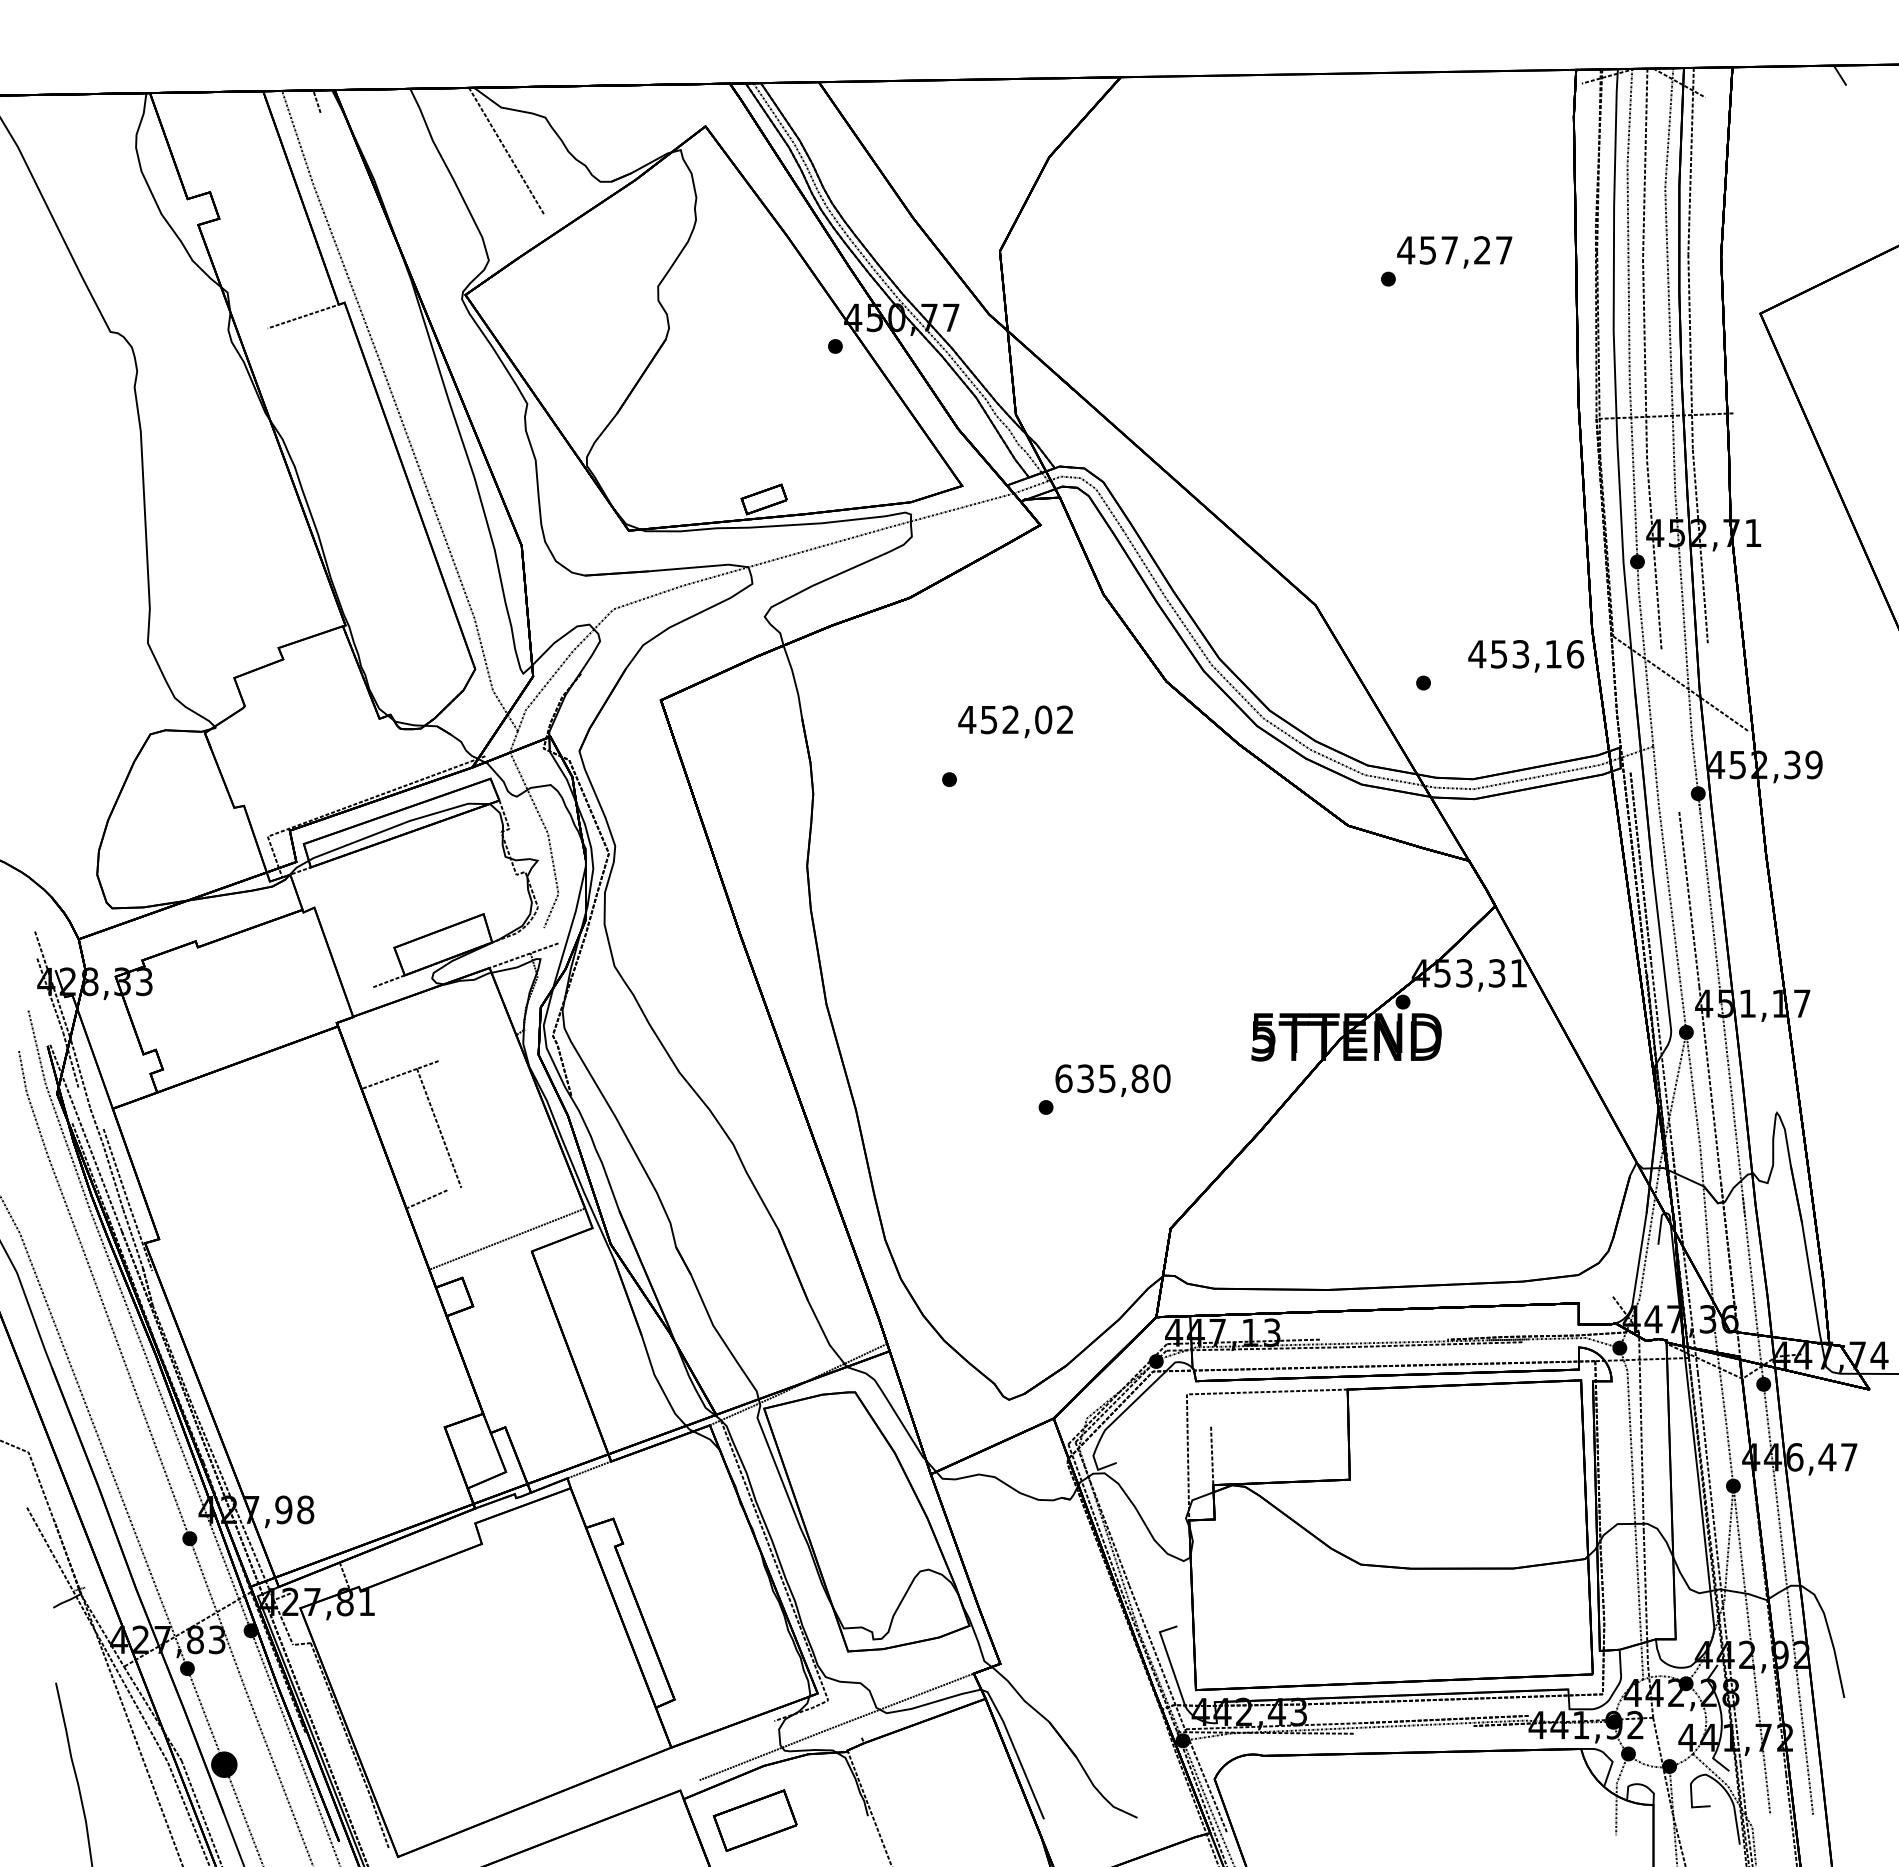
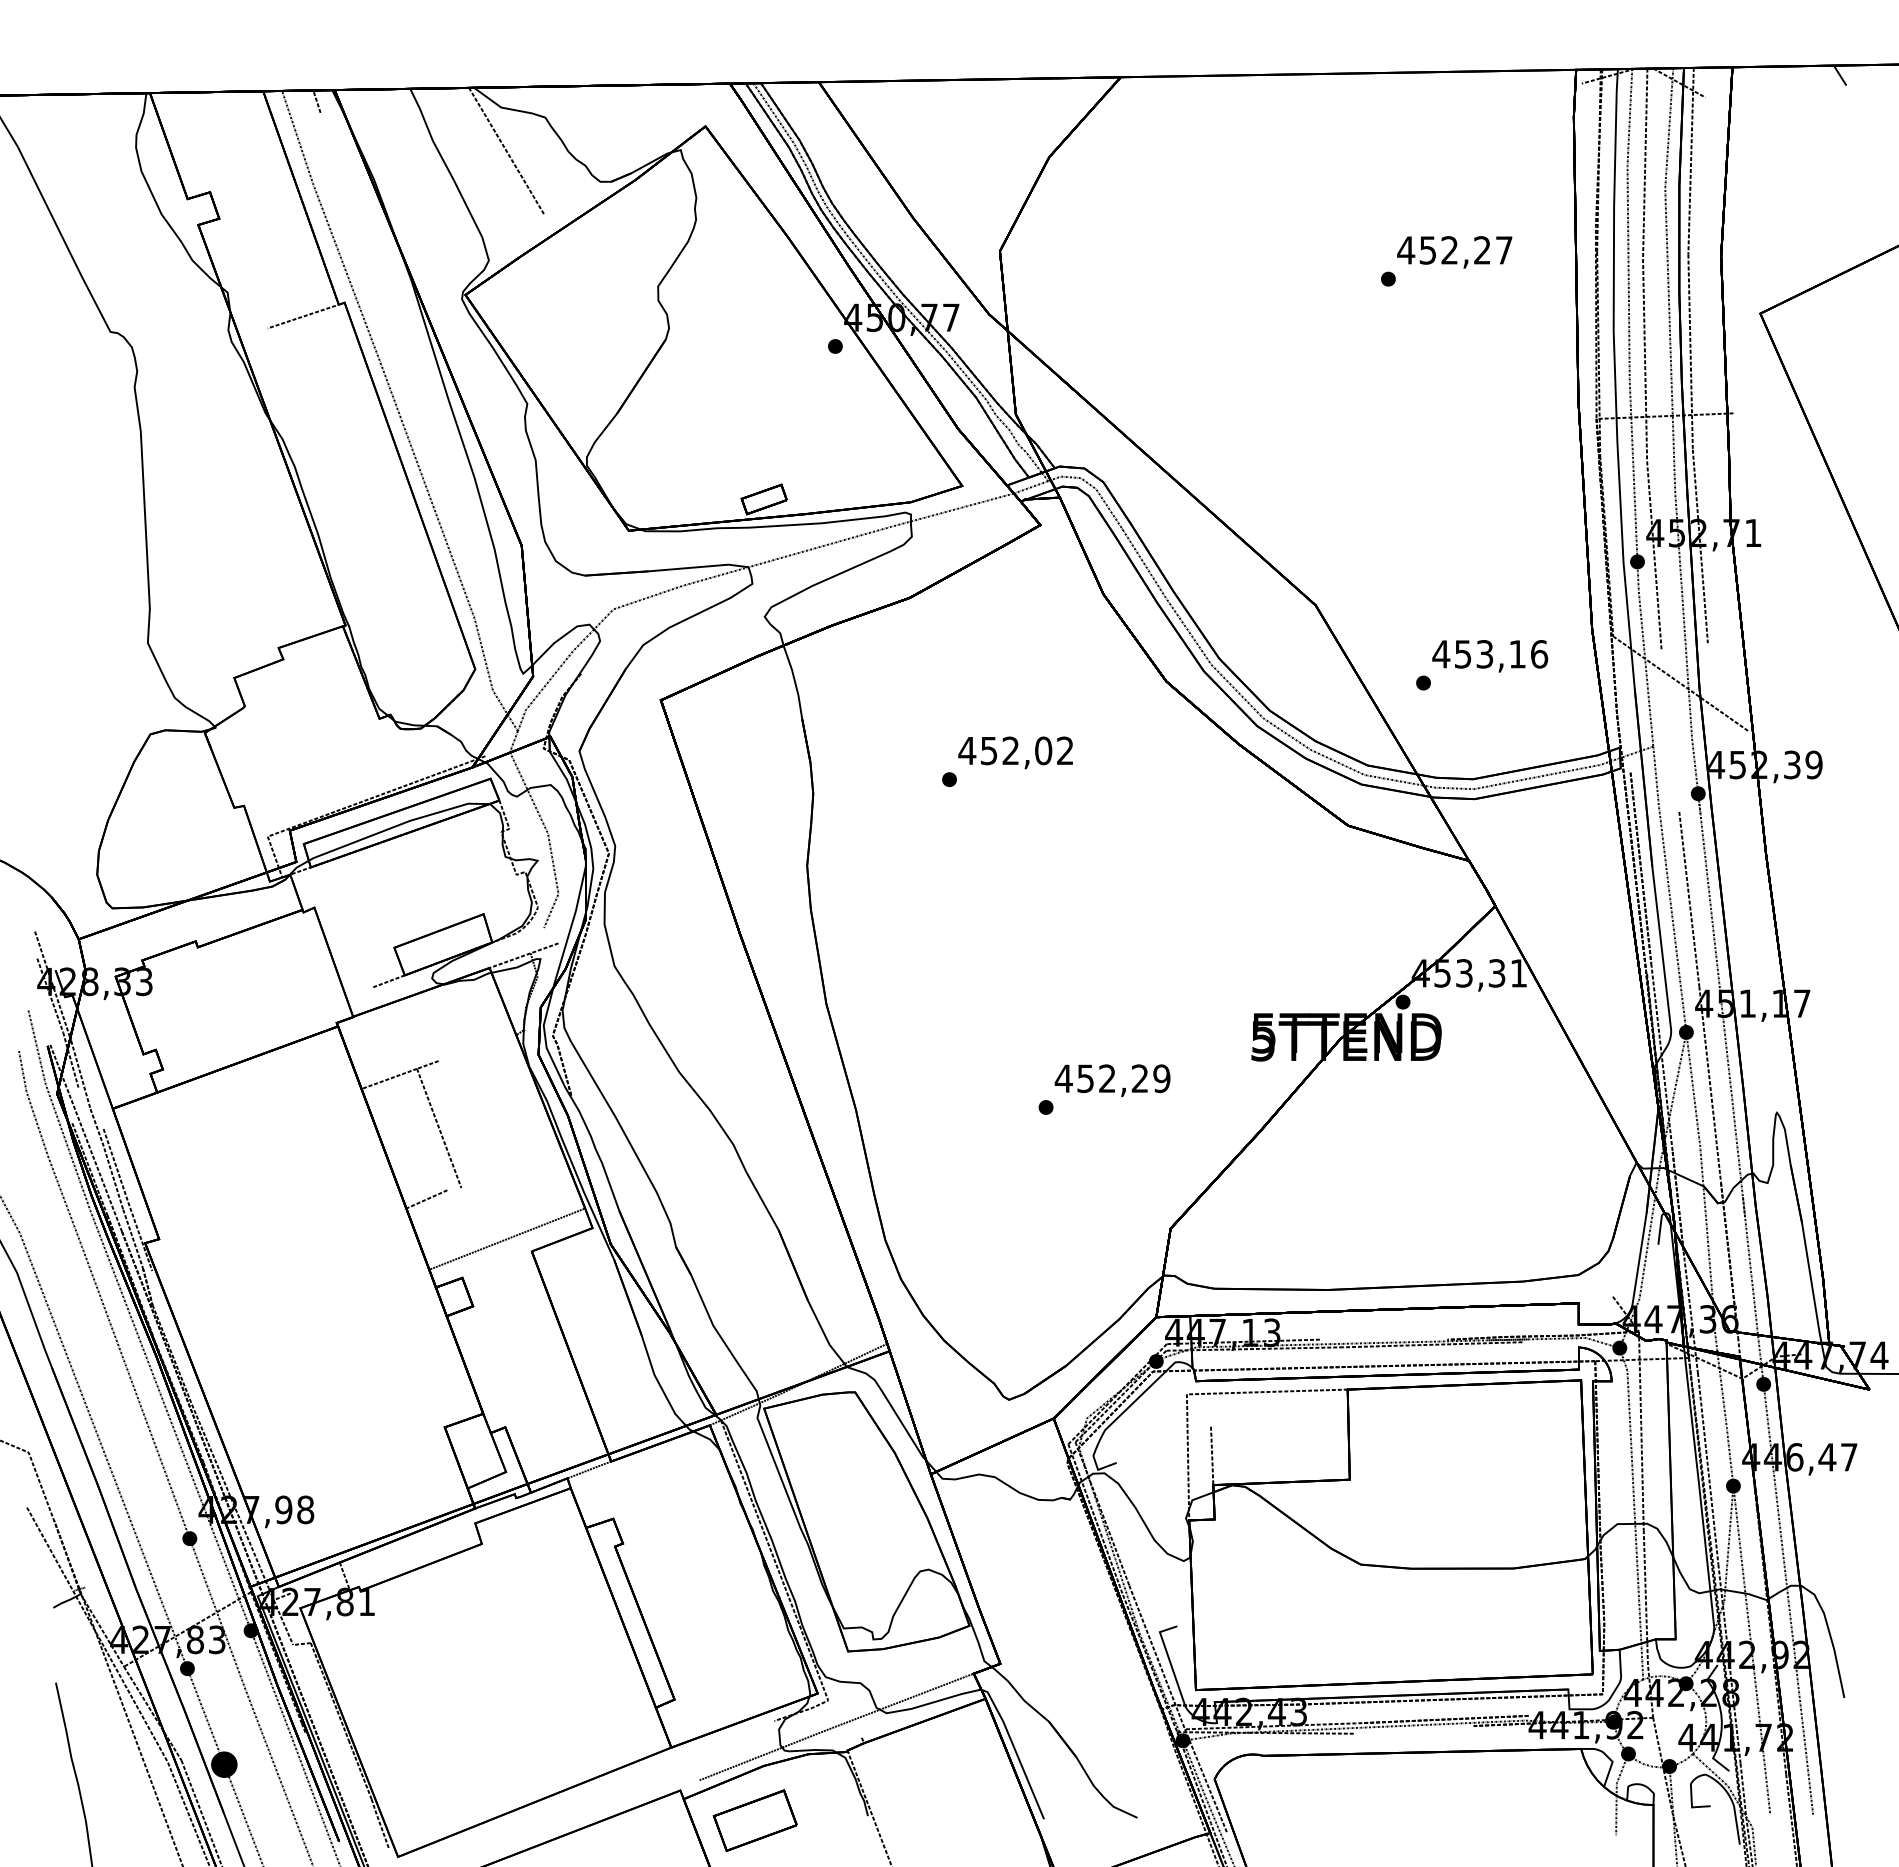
text at (1449, 250): 457,27 -> 452,27
text at (1526, 656) position: (1526, 656) -> (1490, 656)
text at (1015, 721) position: (1015, 721) -> (1015, 752)
text at (1112, 1078): 635,80 -> 452,29
